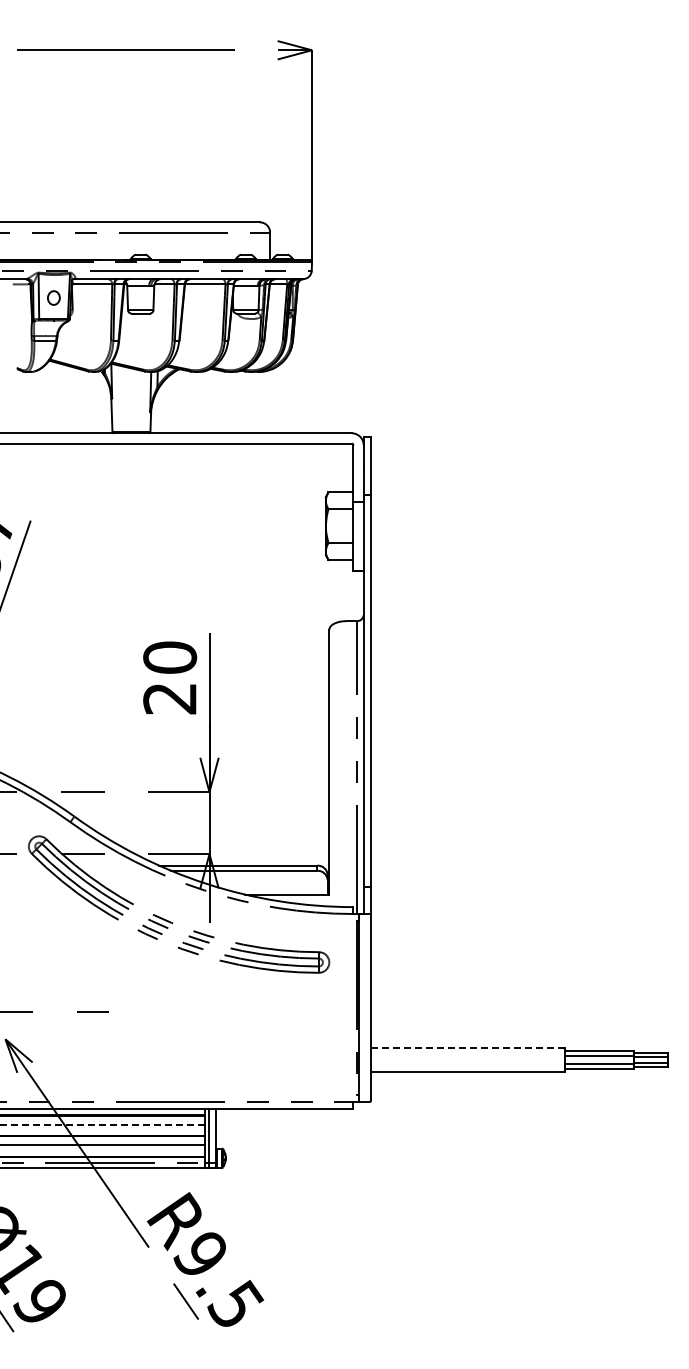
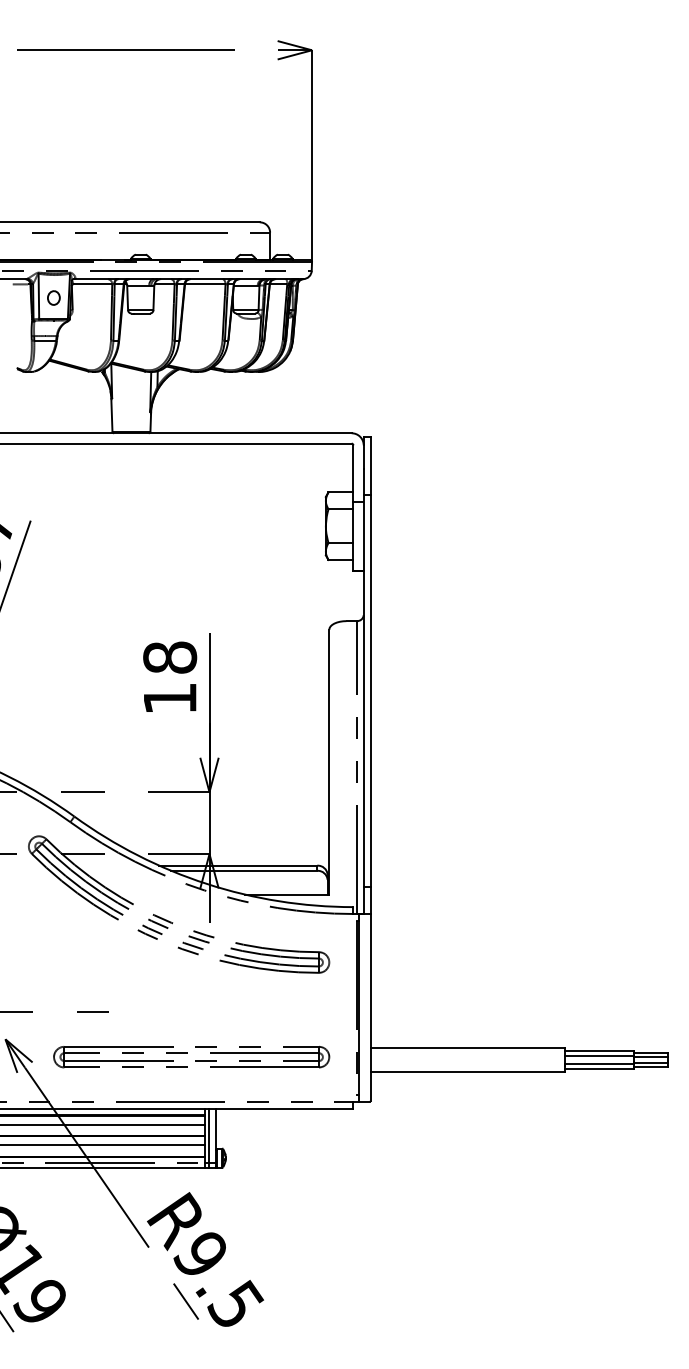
text at (169, 677): 20 -> 18
line at (467, 1048): dashed -> solid
part at (191, 1057): none -> present
line at (102, 1124): dashed -> solid
